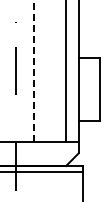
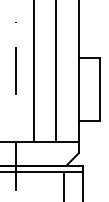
line at (33, 71): dashed -> solid
line at (66, 72) position: (66, 72) -> (56, 72)
line at (64, 185): none -> present
